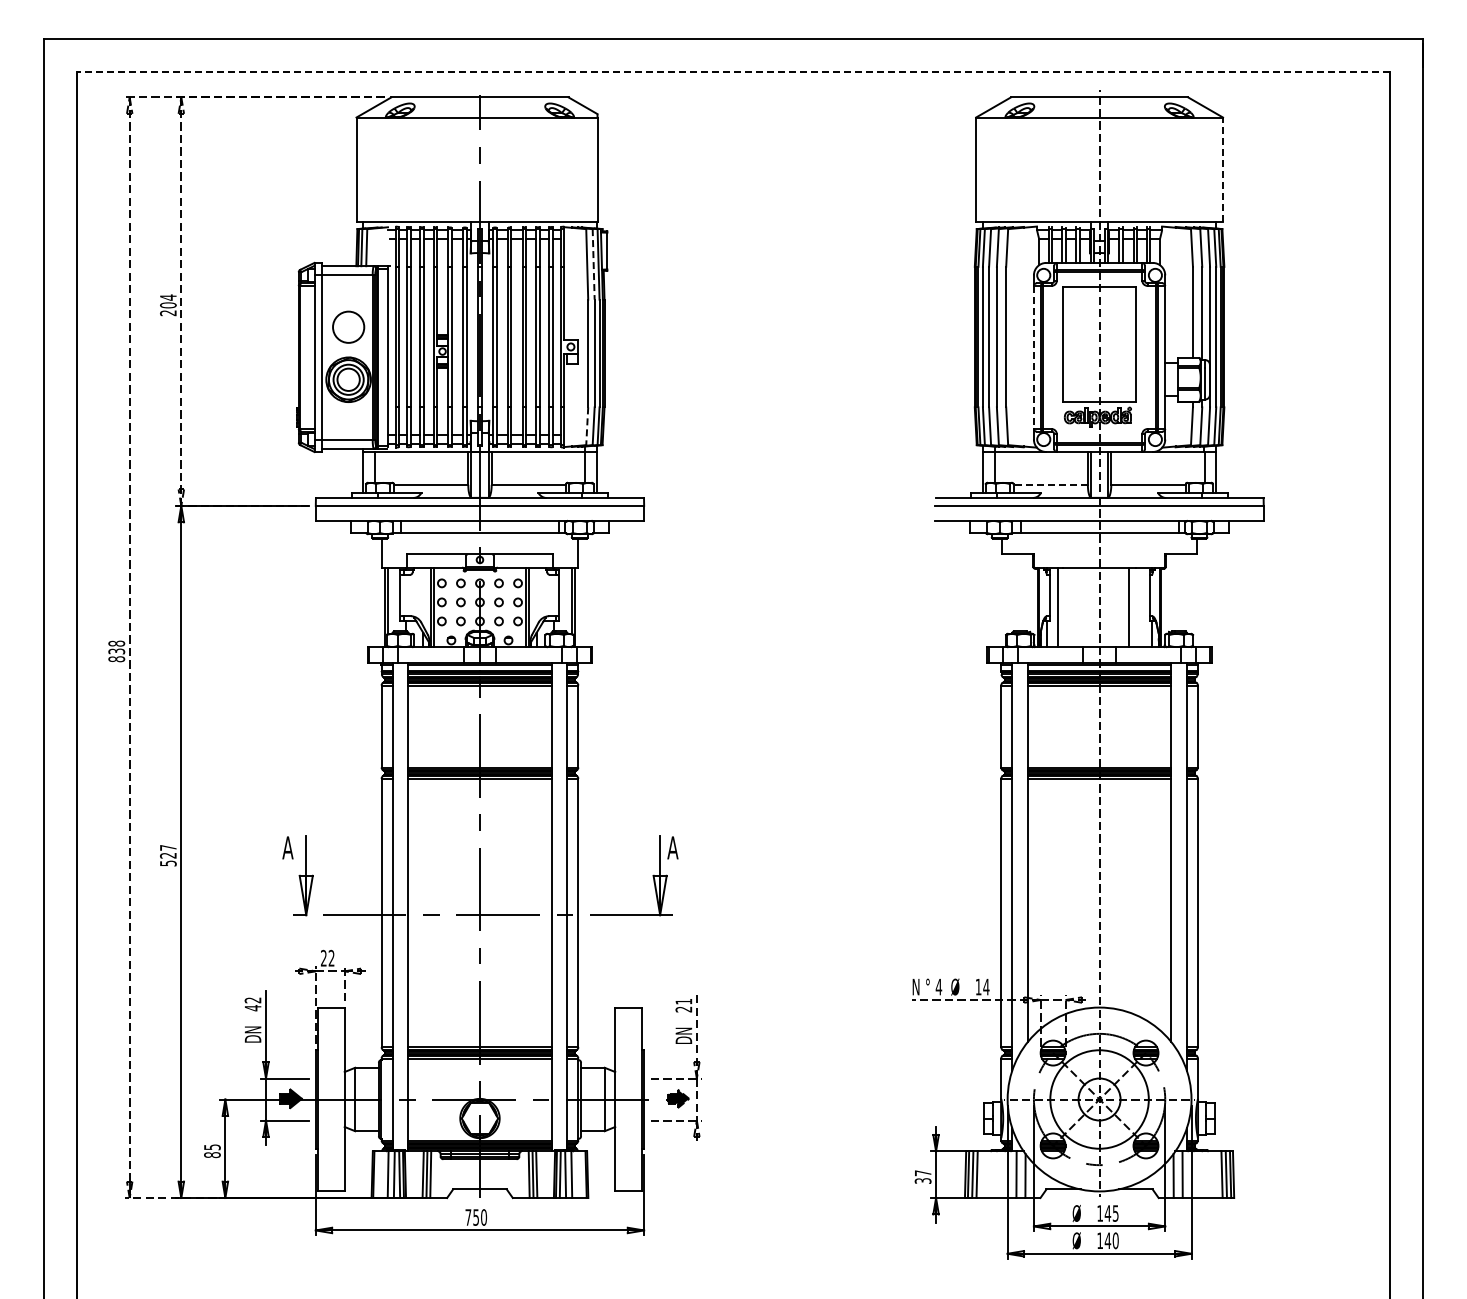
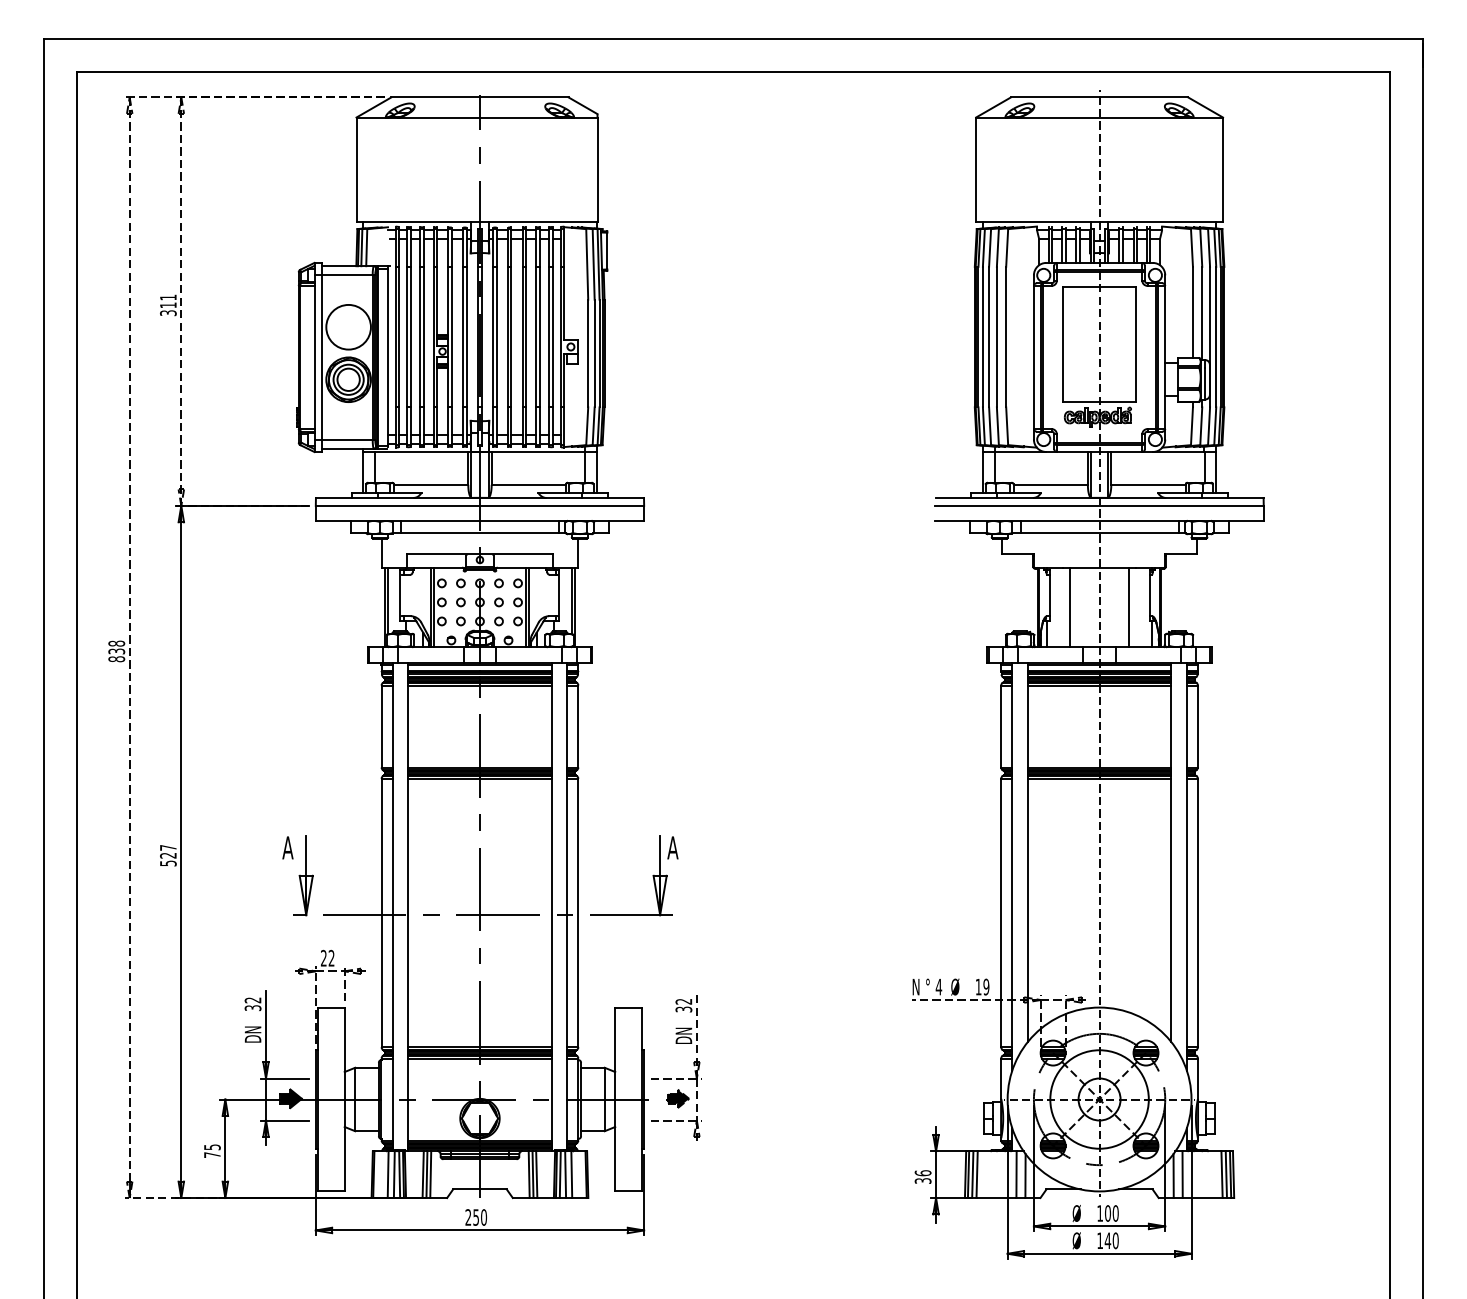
line at (733, 71): dashed -> solid
line at (1223, 169): dashed -> solid
line at (593, 264): dashed -> solid
text at (168, 305): 204 -> 311
circle at (348, 326) diameter: 31 px -> 45 px
line at (1033, 357): dashed -> solid
line at (587, 426): dashed -> solid
line at (1050, 484): dashed -> solid
line at (1057, 607) position: (1057, 607) -> (1069, 607)
text at (986, 986): 14 -> 19
text at (683, 1005): 21 -> 32
text at (252, 1008): 42 -> 32
text at (212, 1155): 85 -> 75
text at (922, 1173): 37 -> 36
text at (1111, 1213): 145 -> 100
text at (468, 1217): 750 -> 250
